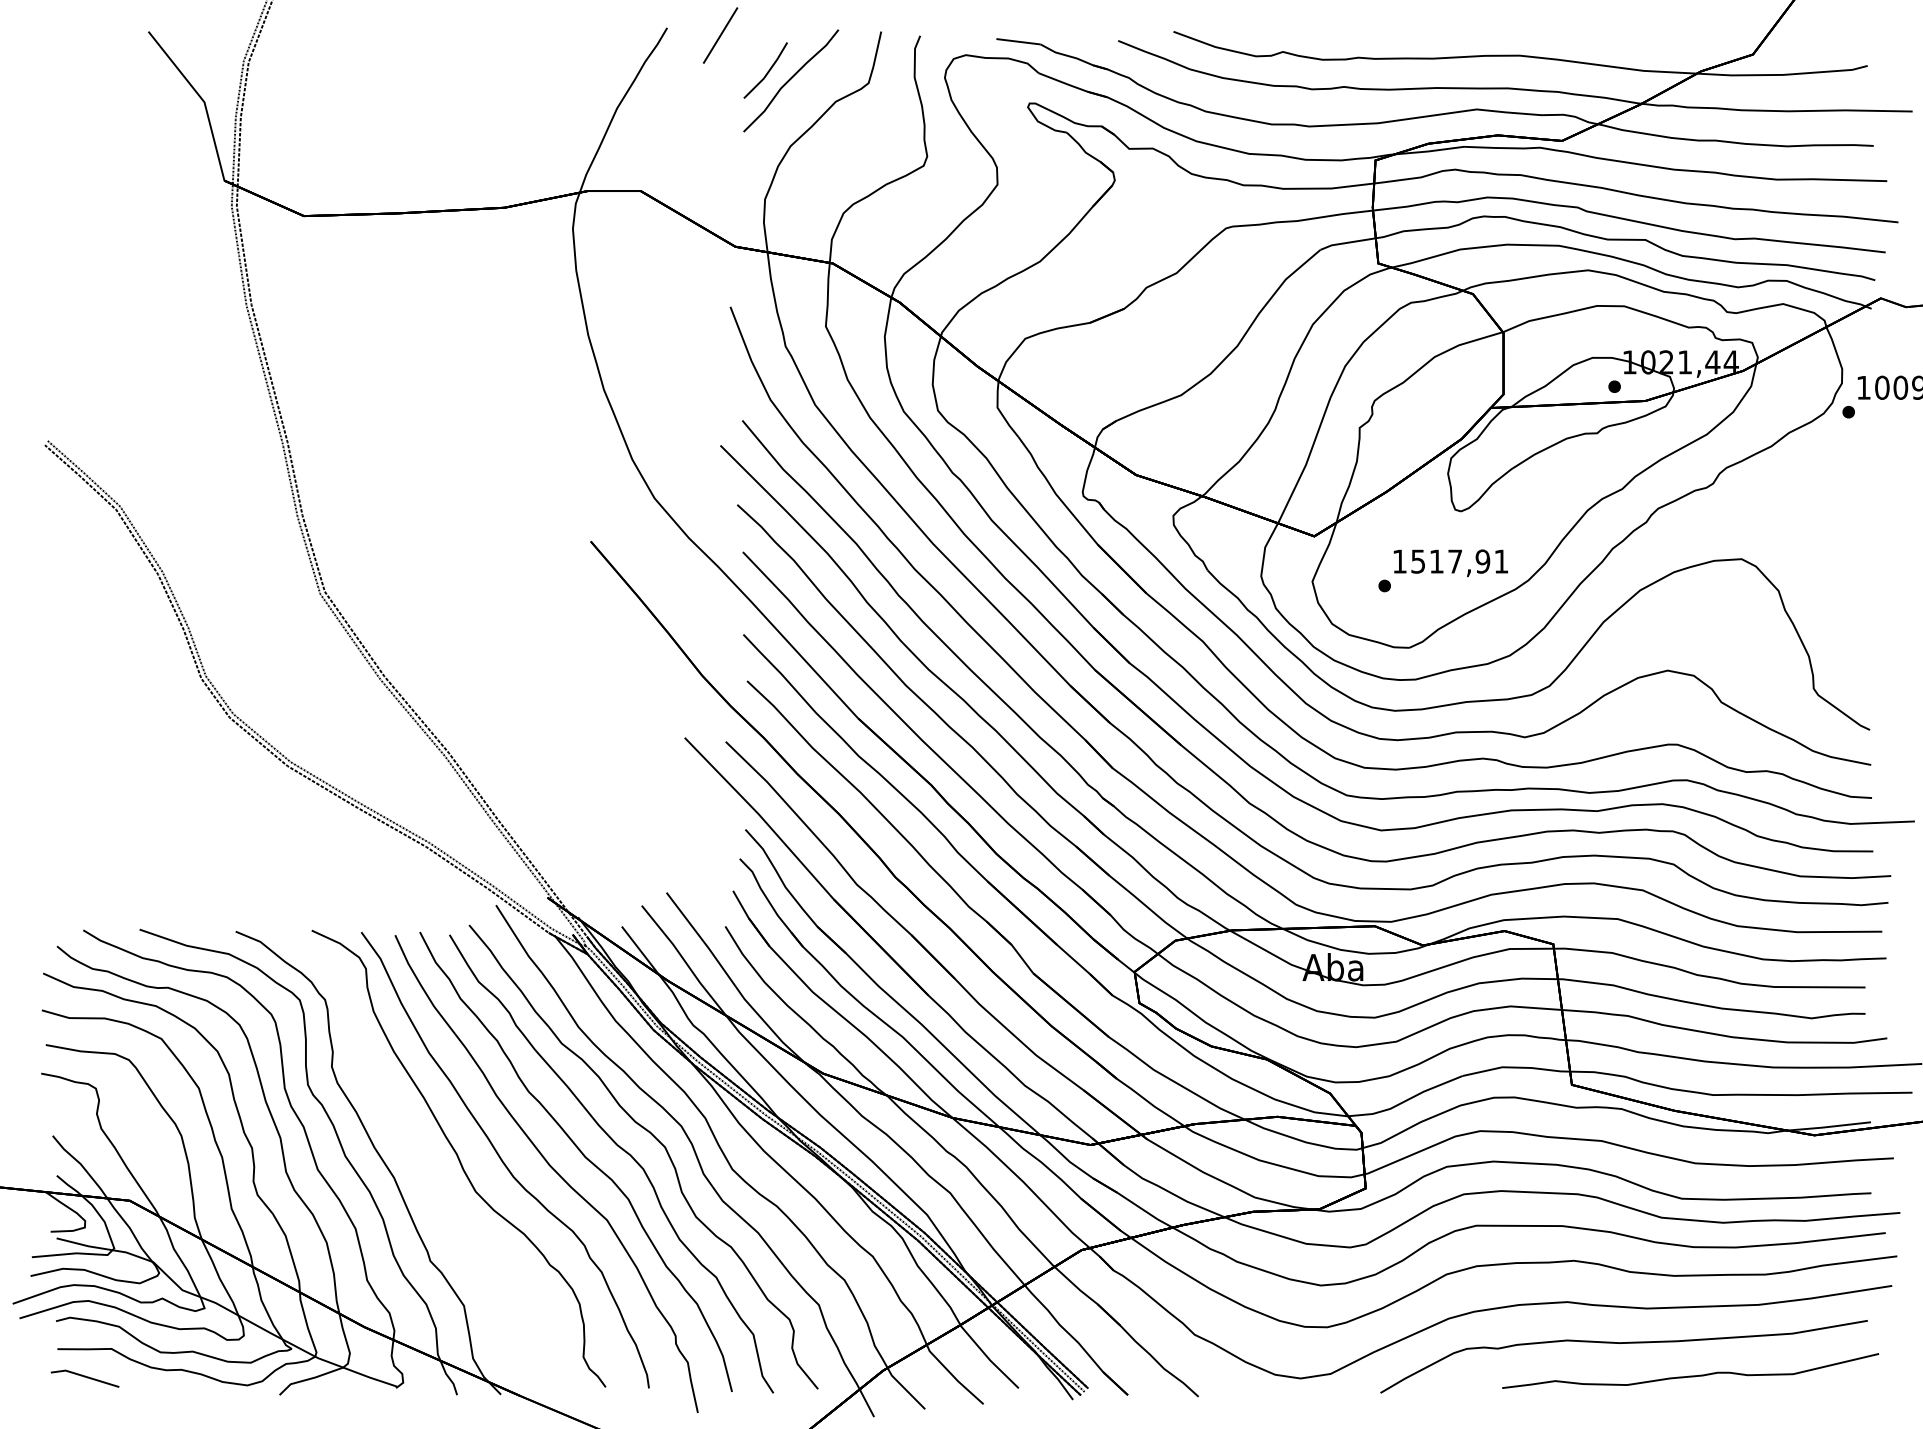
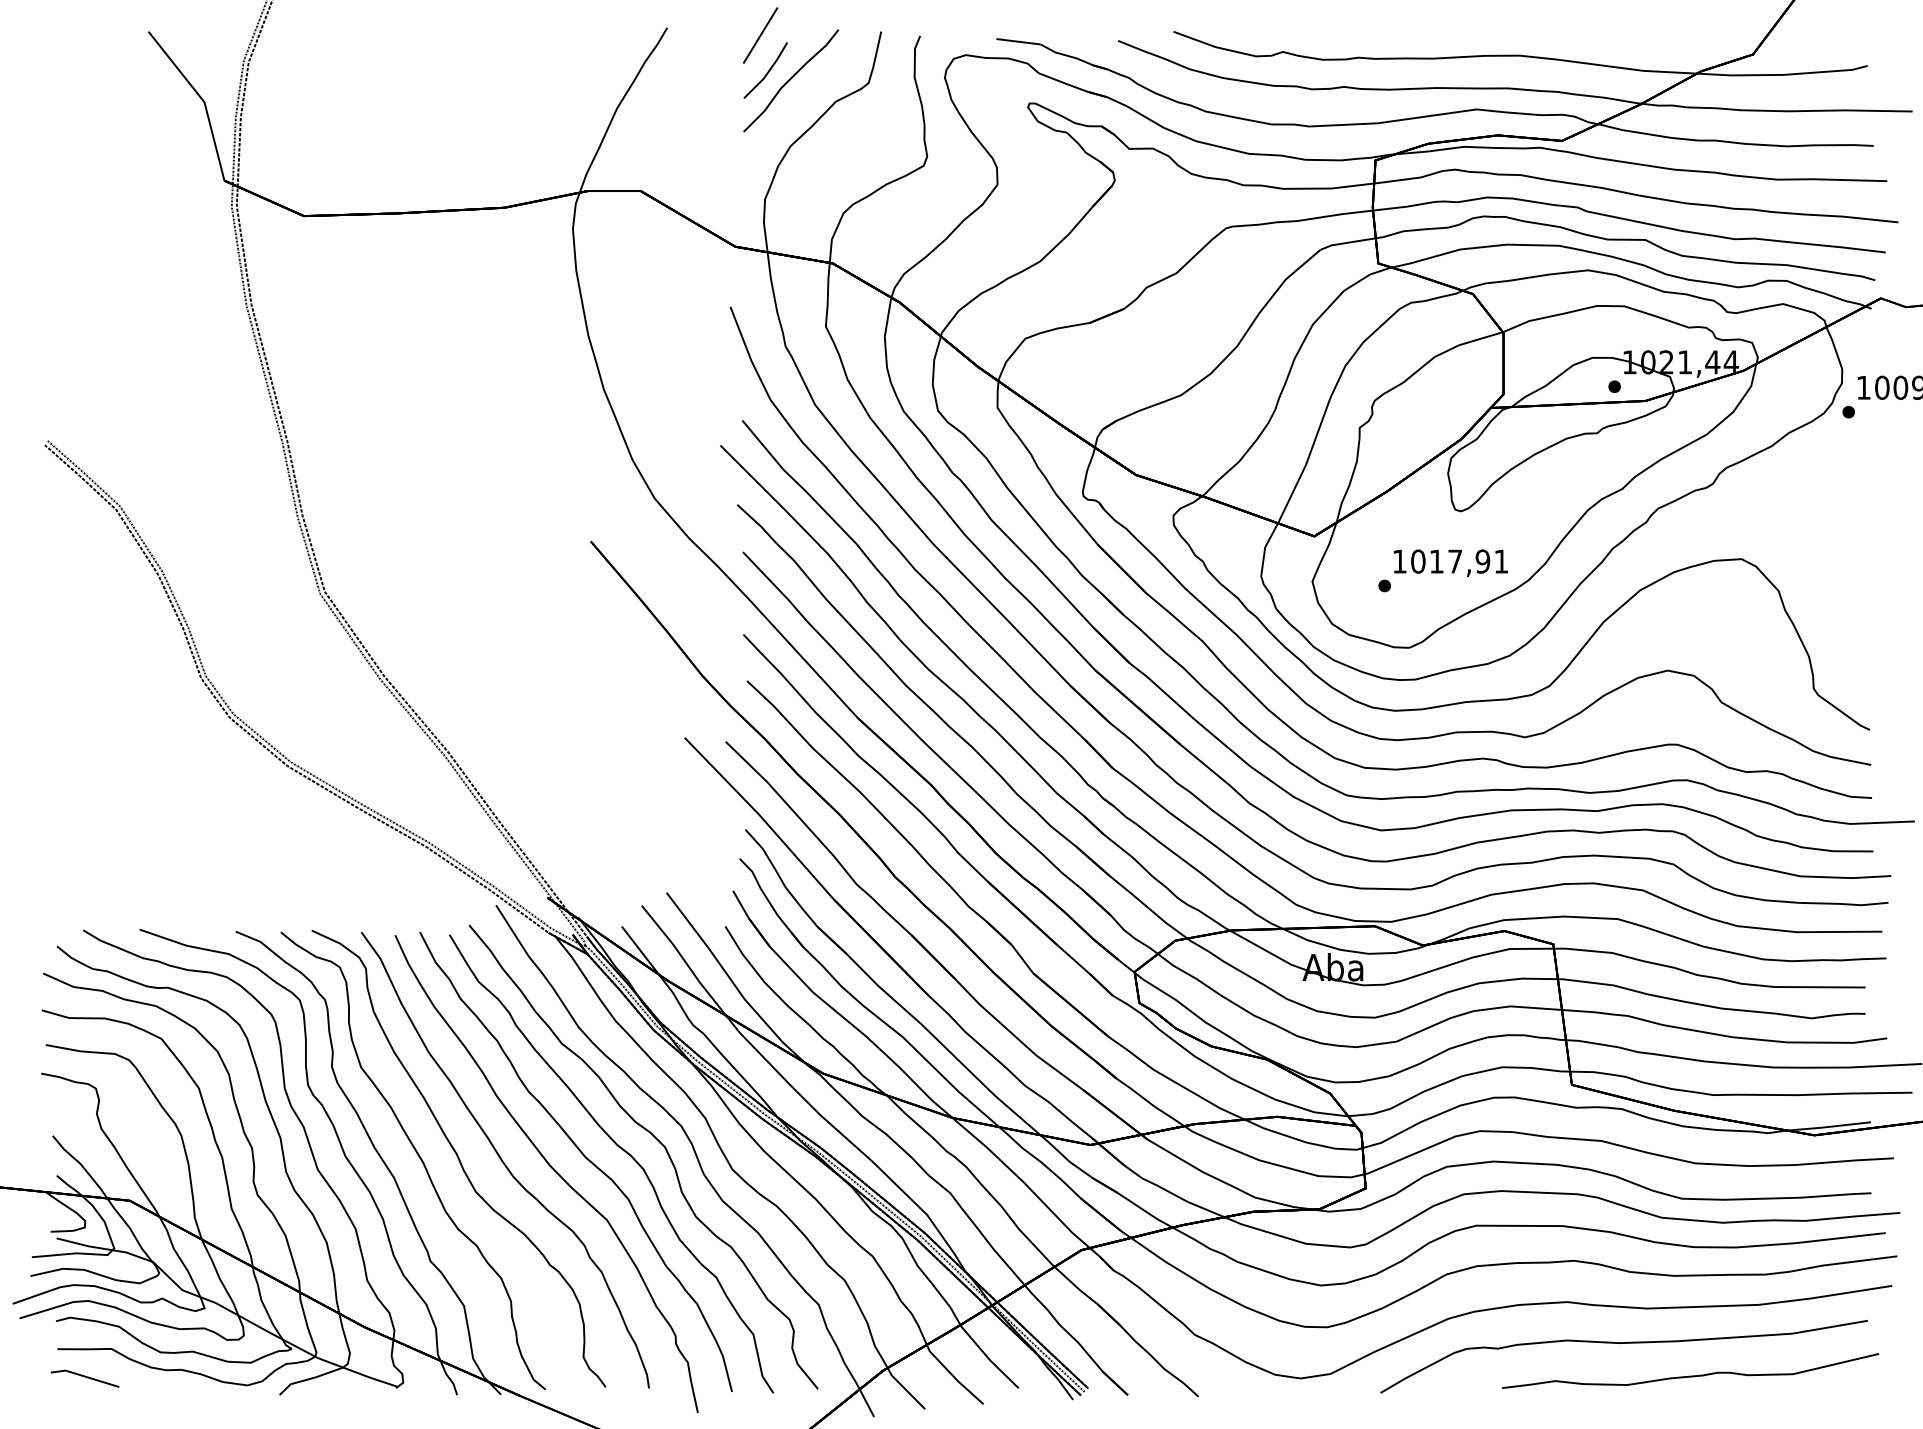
line at (720, 35) position: (720, 35) -> (760, 35)
text at (1418, 561): 1517,91 -> 1017,91
part at (417, 1155): none -> present
